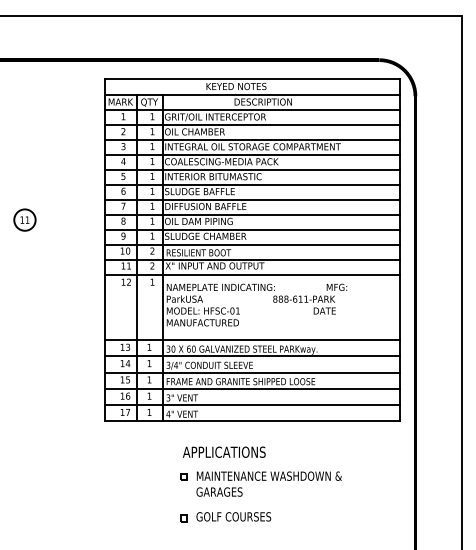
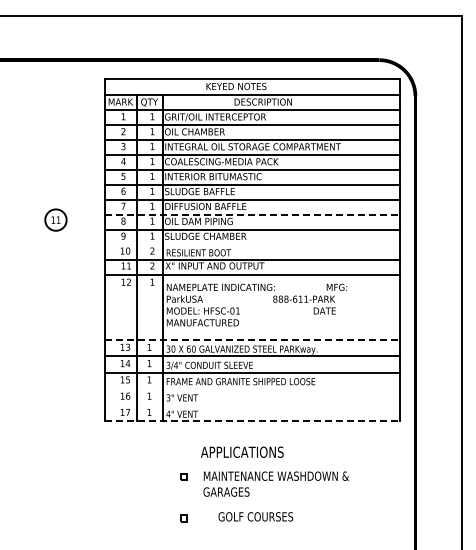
line at (252, 214): solid -> dashed
part at (24, 219) position: (24, 219) -> (55, 219)
line at (251, 244): present -> none
line at (252, 339): solid -> dashed
line at (251, 388): present -> none
line at (251, 405): present -> none
line at (252, 421): solid -> dashed
text at (224, 451) position: (224, 451) -> (242, 451)
text at (268, 483) position: (268, 483) -> (275, 483)
text at (233, 516) position: (233, 516) -> (255, 516)
